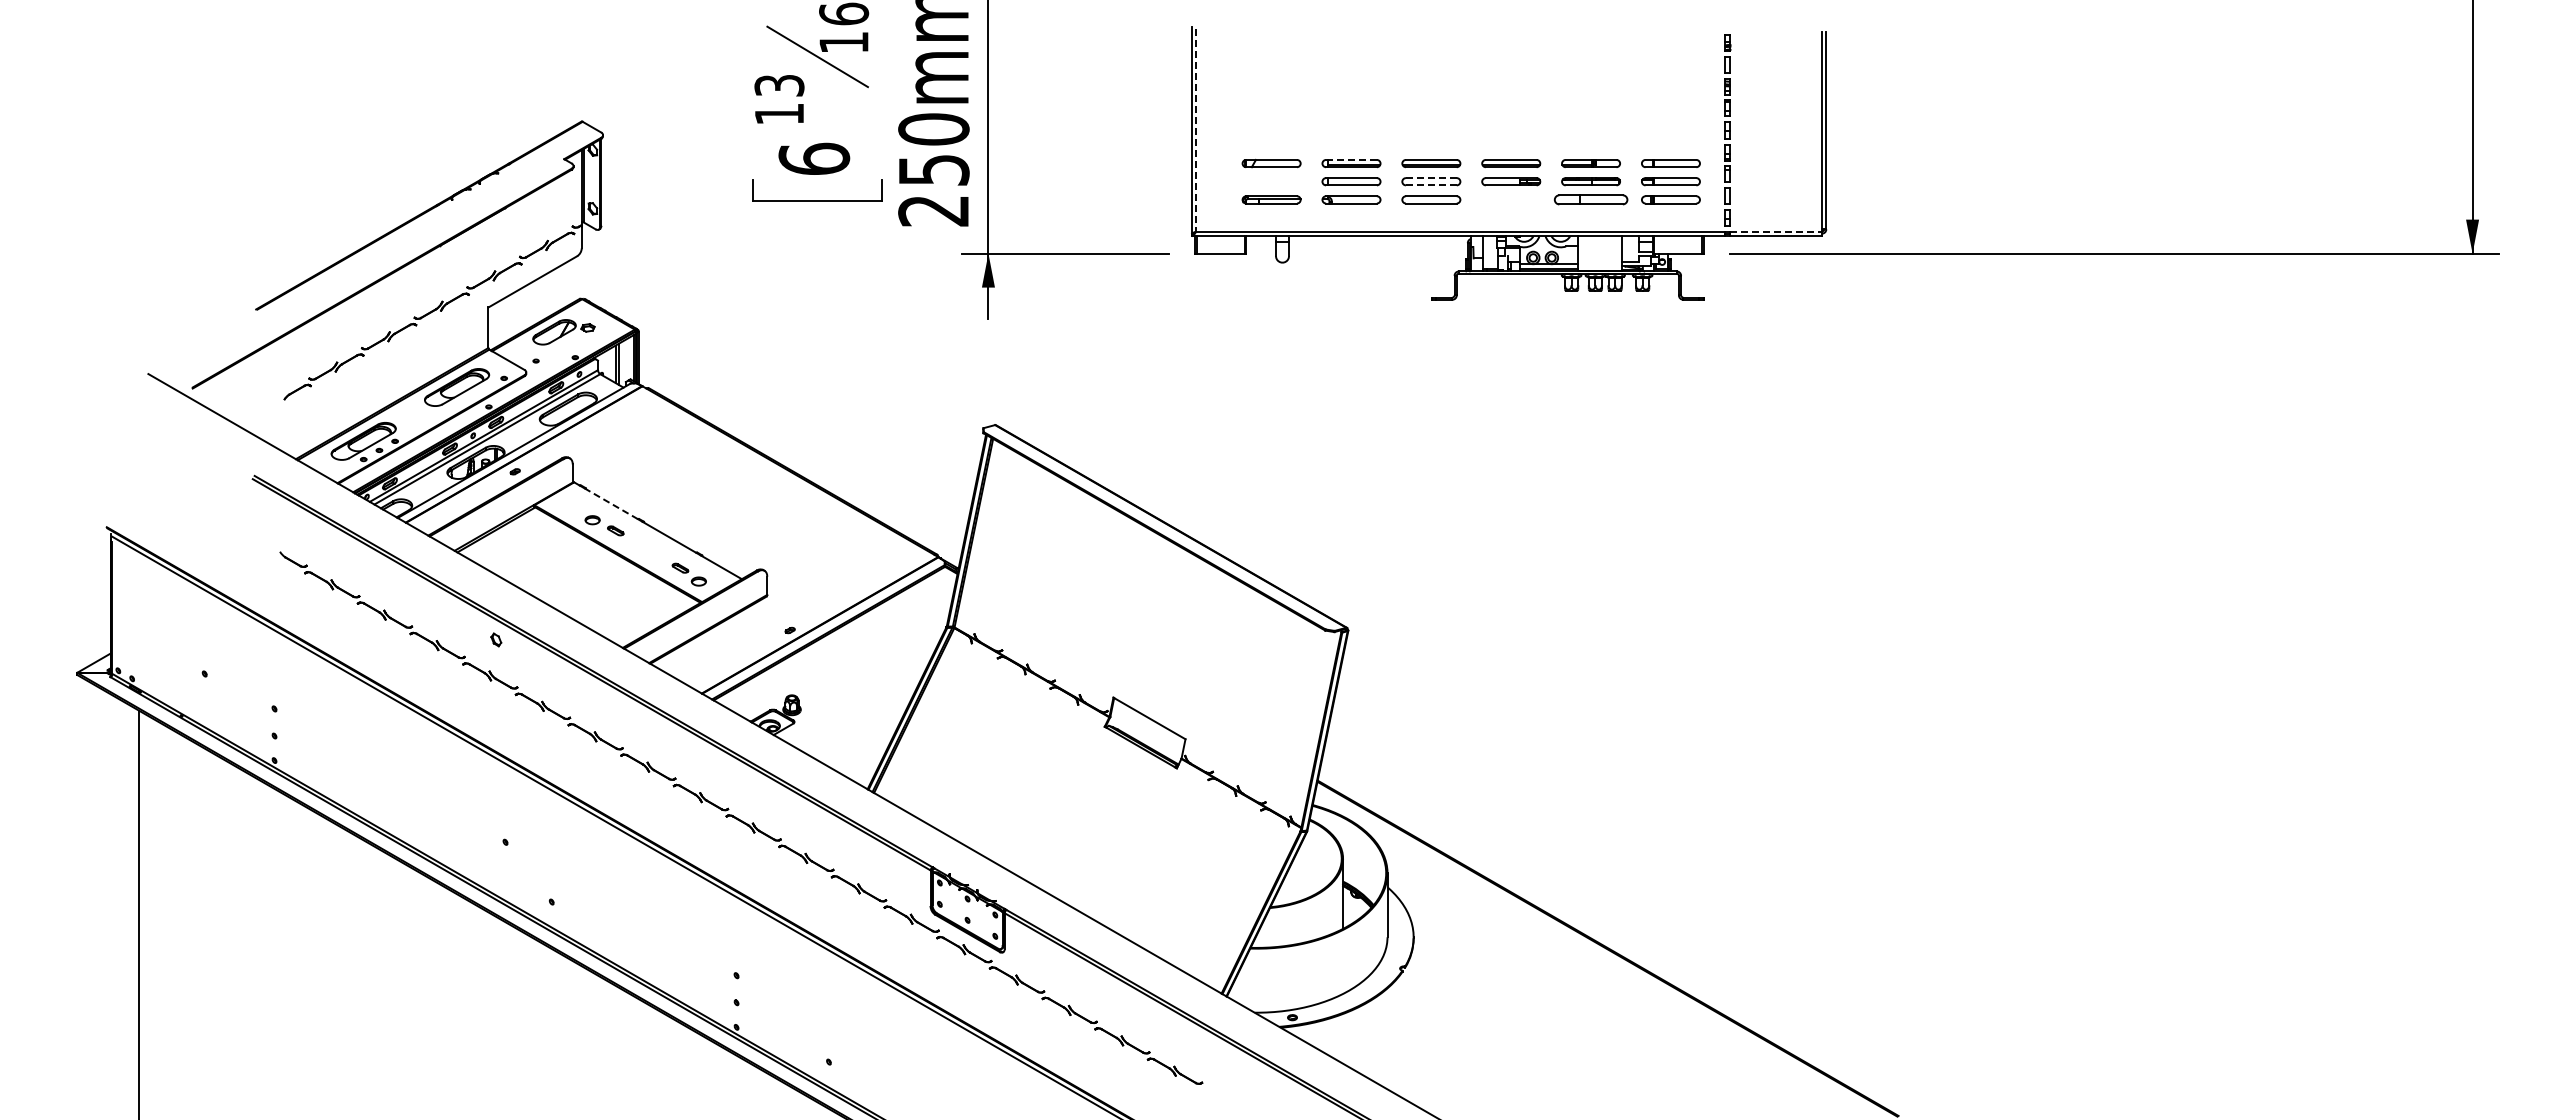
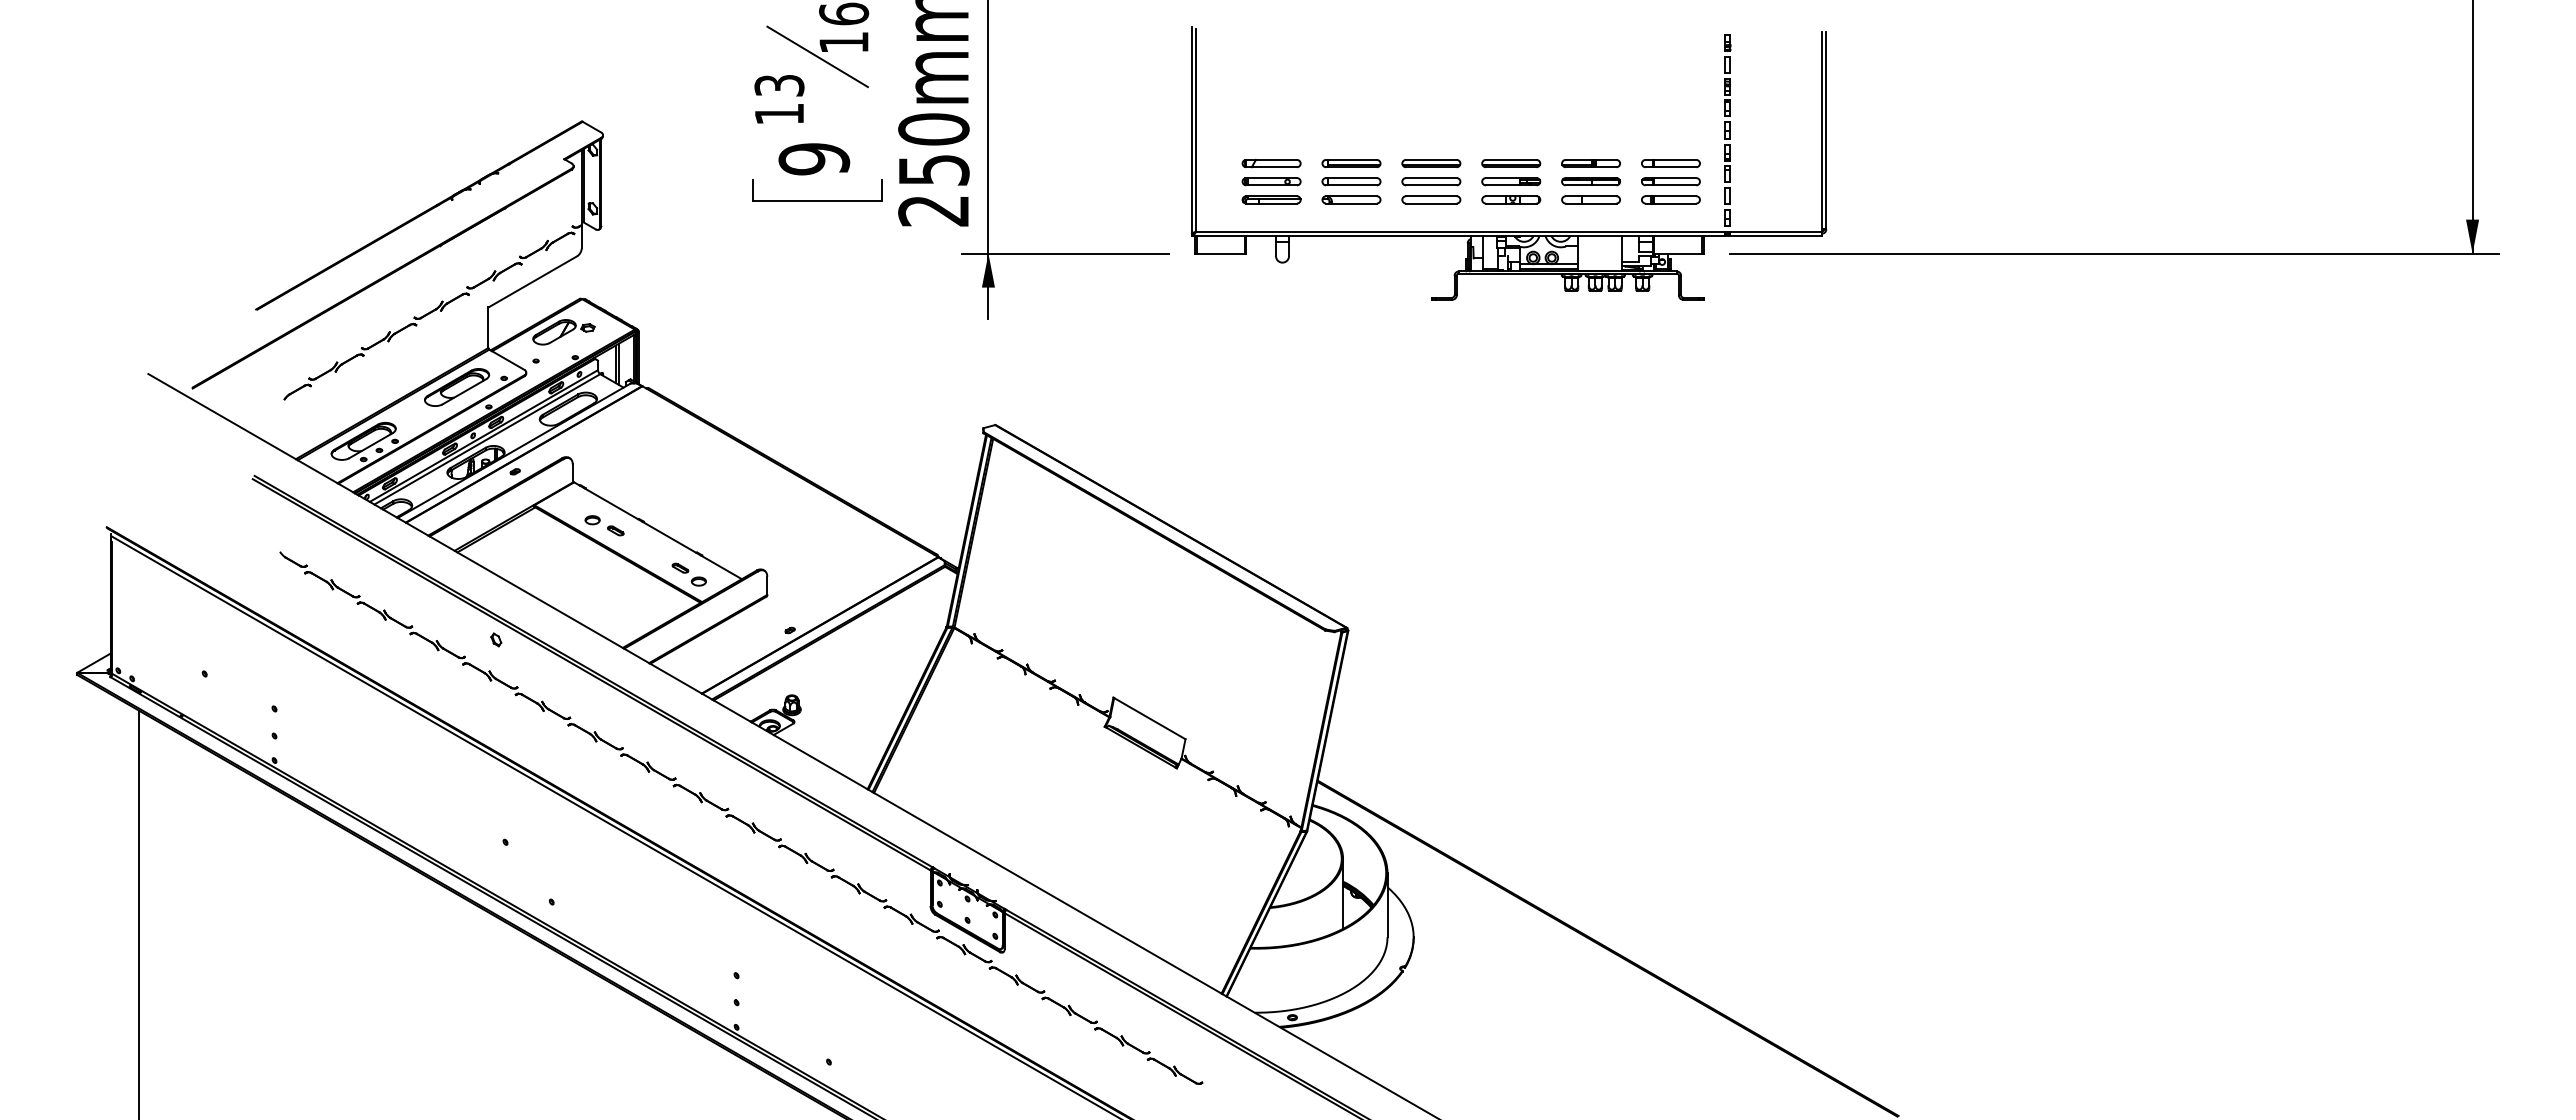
line at (1196, 131): dashed -> solid
text at (814, 158): 6 -> 9
line at (1351, 159): dashed -> solid
line at (1430, 178): dashed -> solid
part at (1271, 181): none -> present
line at (1431, 185): dashed -> solid
part at (1511, 199): none -> present
part at (1590, 199) size: 76x12 px -> 60x10 px
line at (1776, 231): dashed -> solid
line at (611, 503): dashed -> solid
